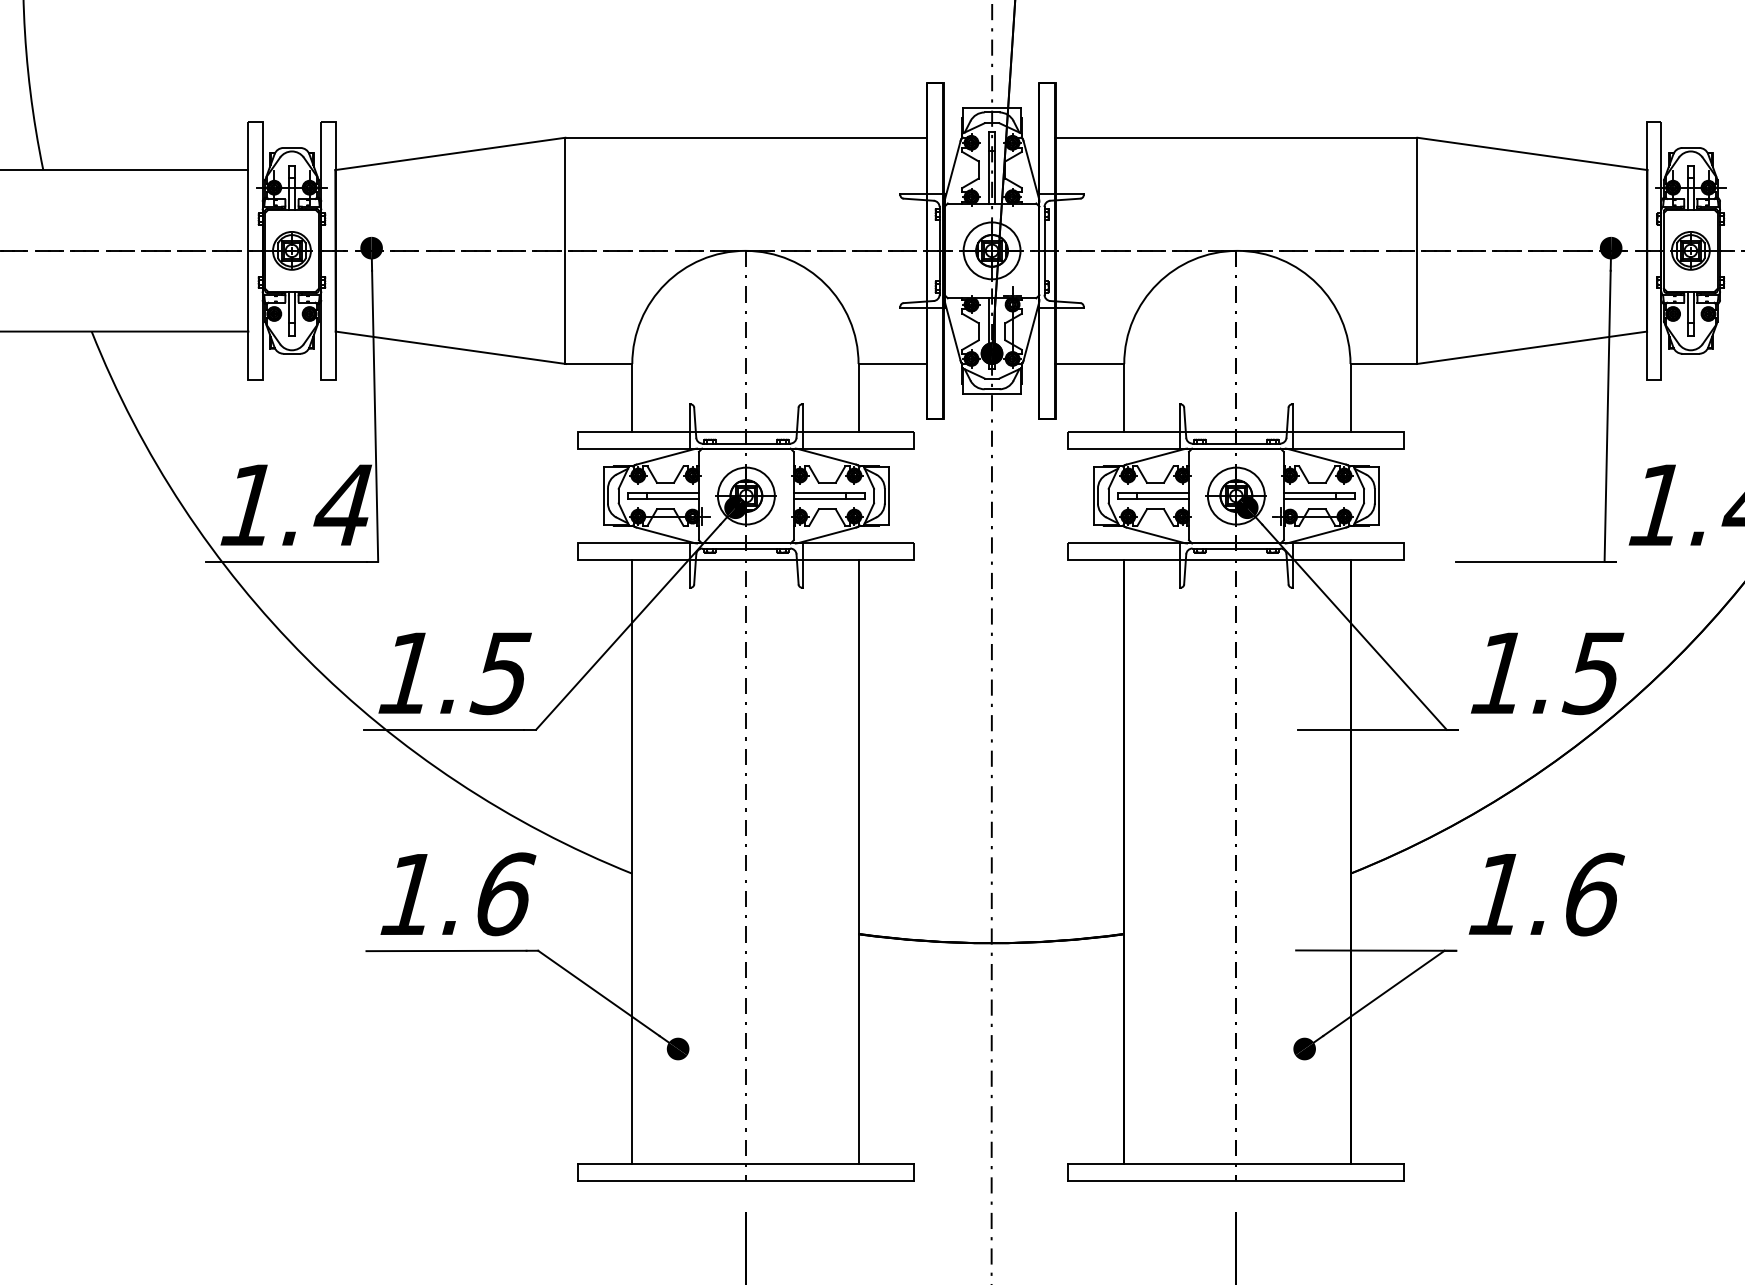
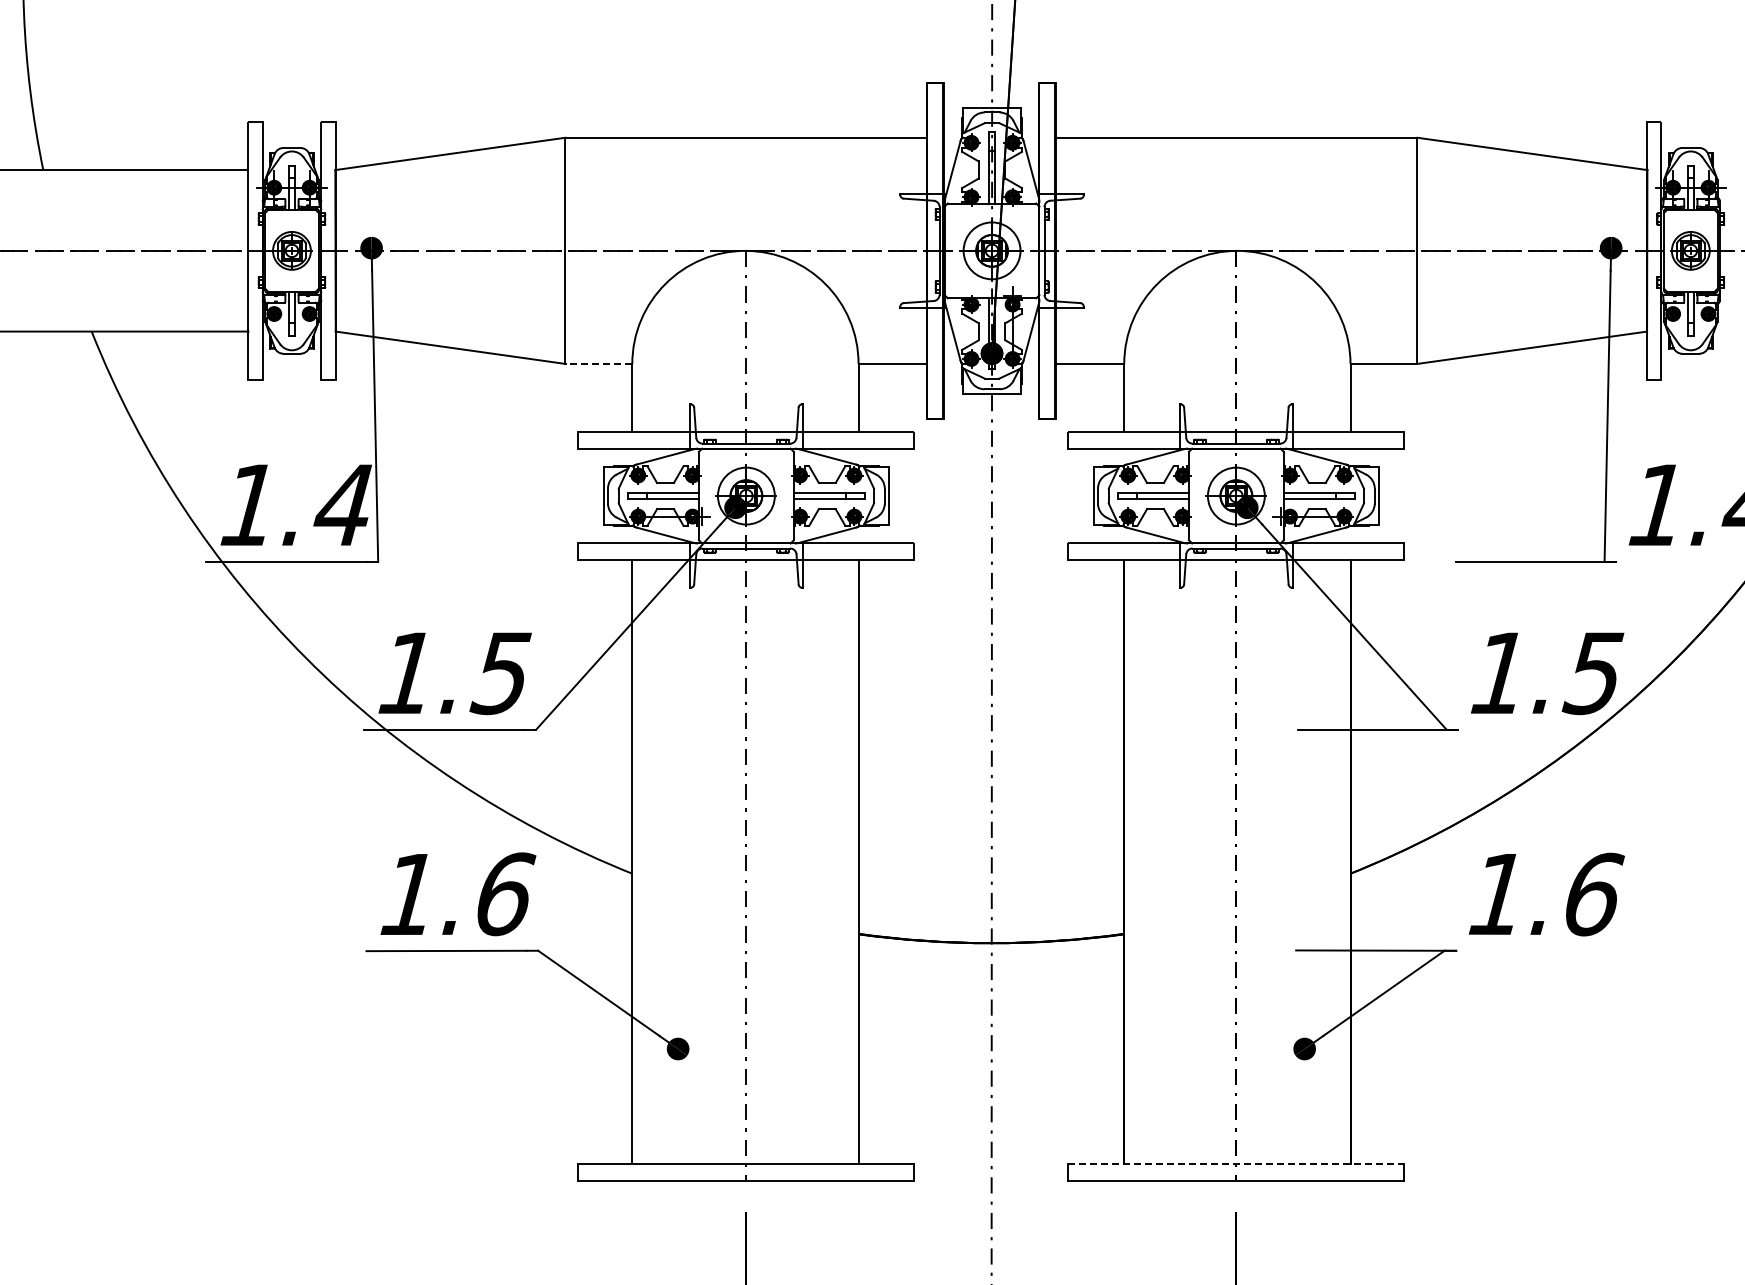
line at (598, 364): solid -> dashed
line at (1236, 1163): solid -> dashed
